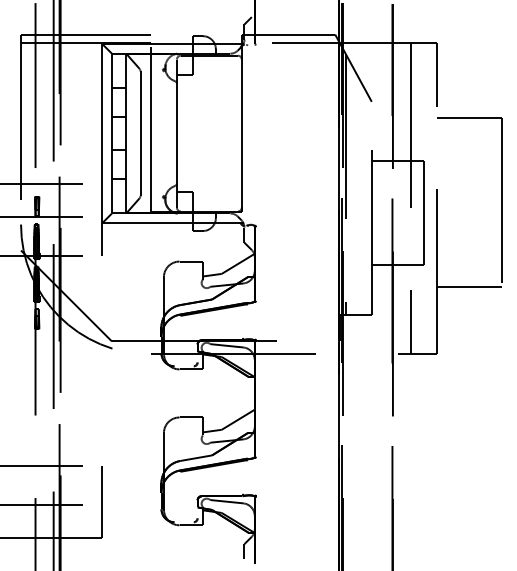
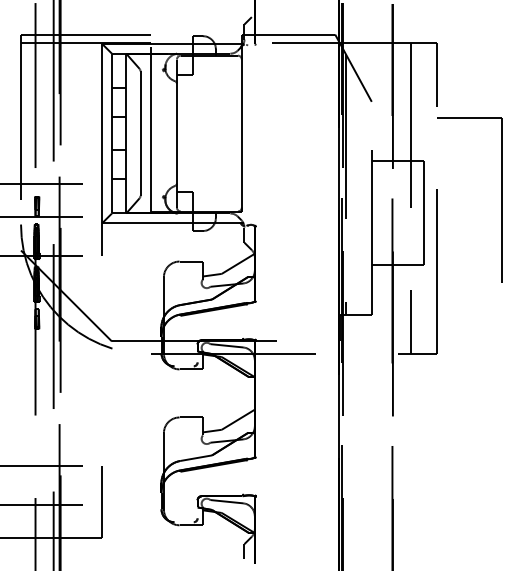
line at (468, 287): present -> none
